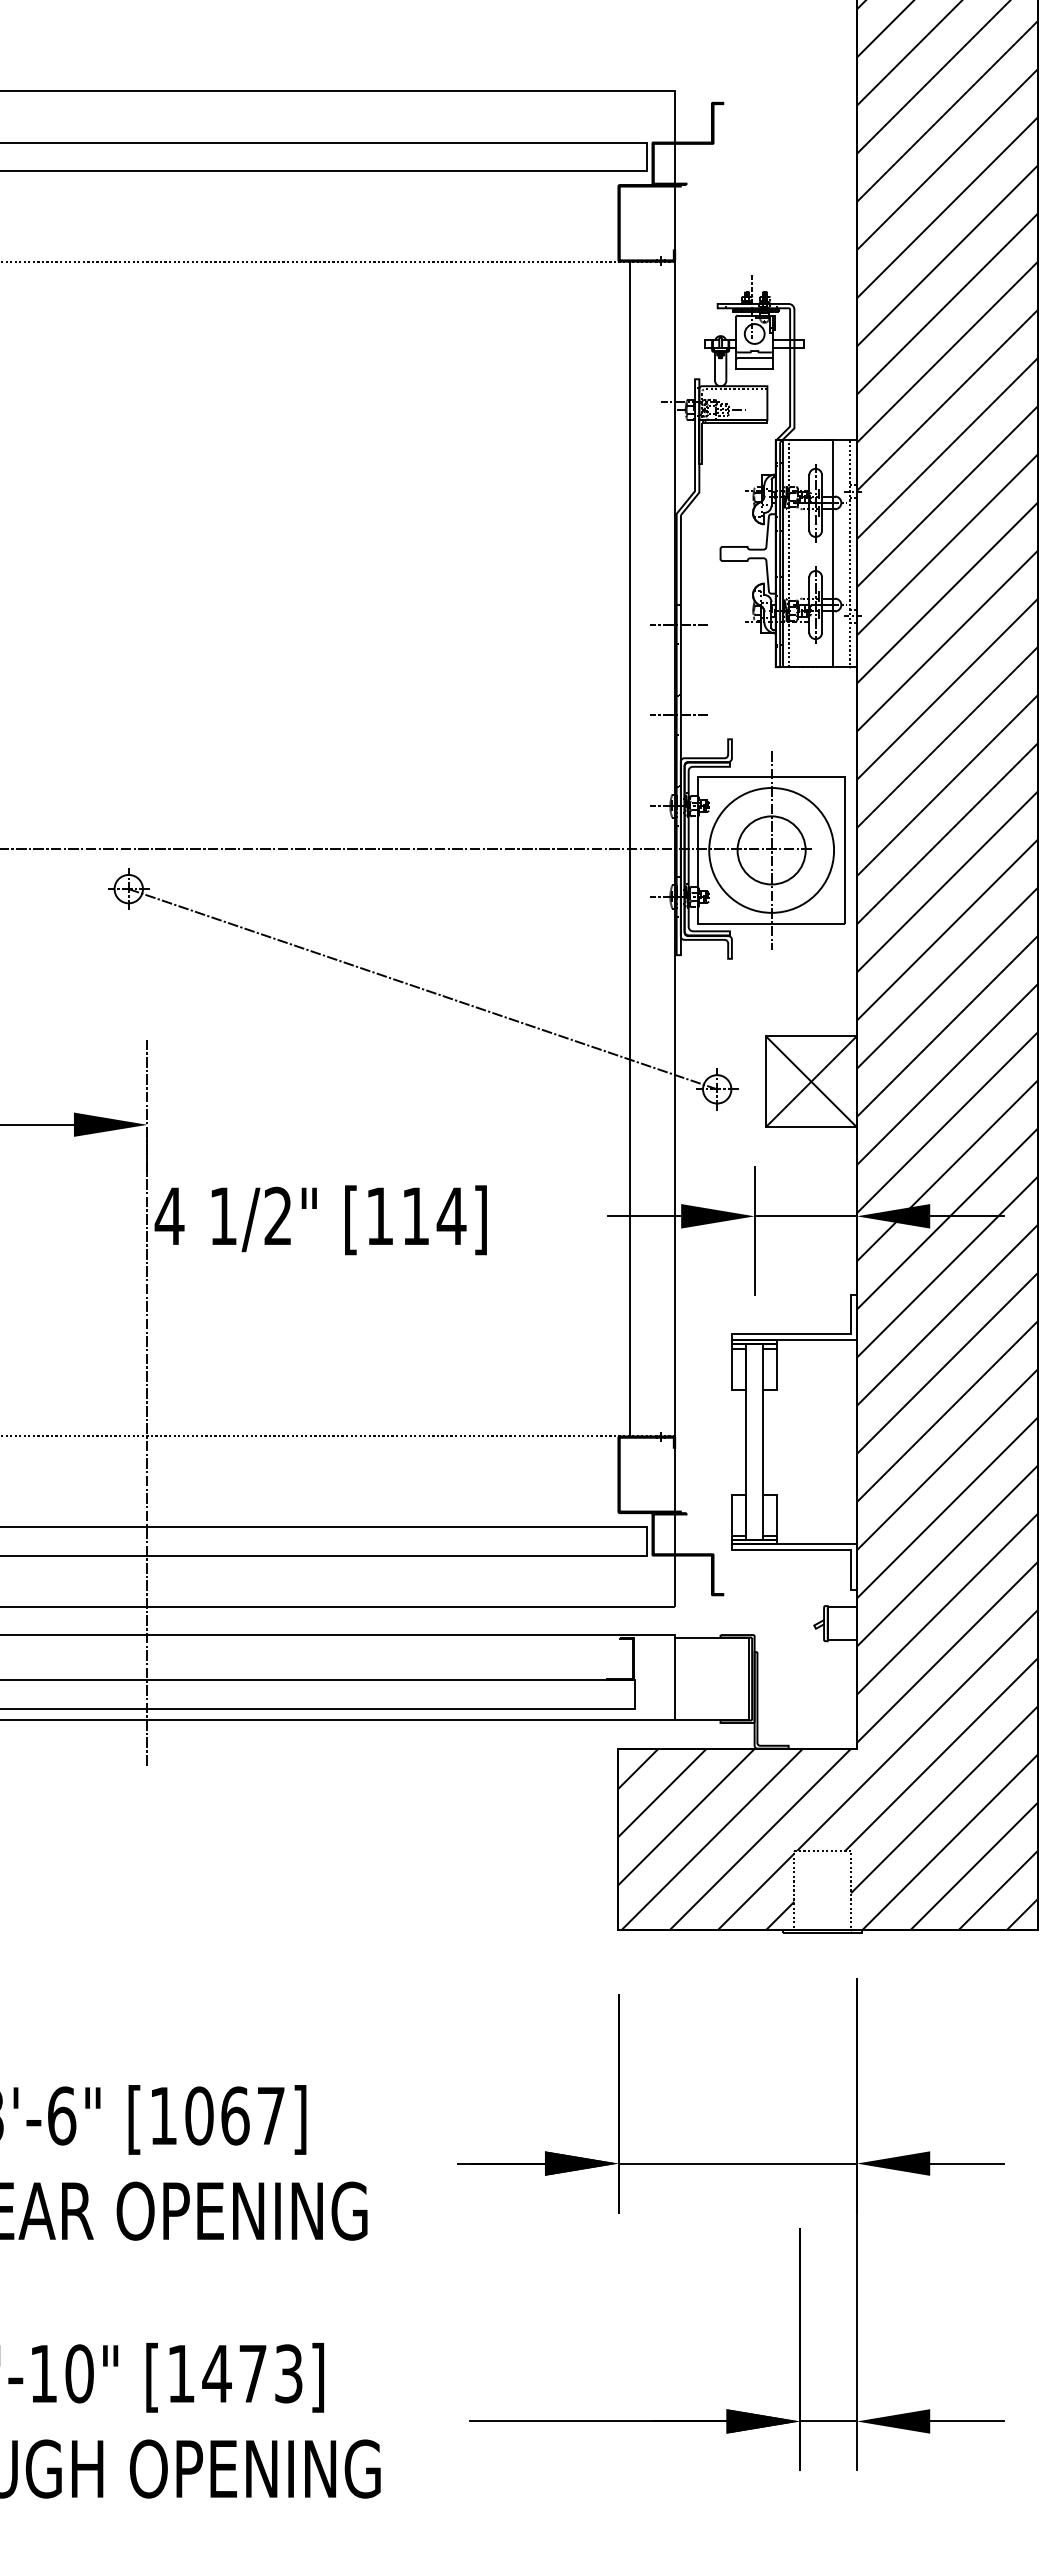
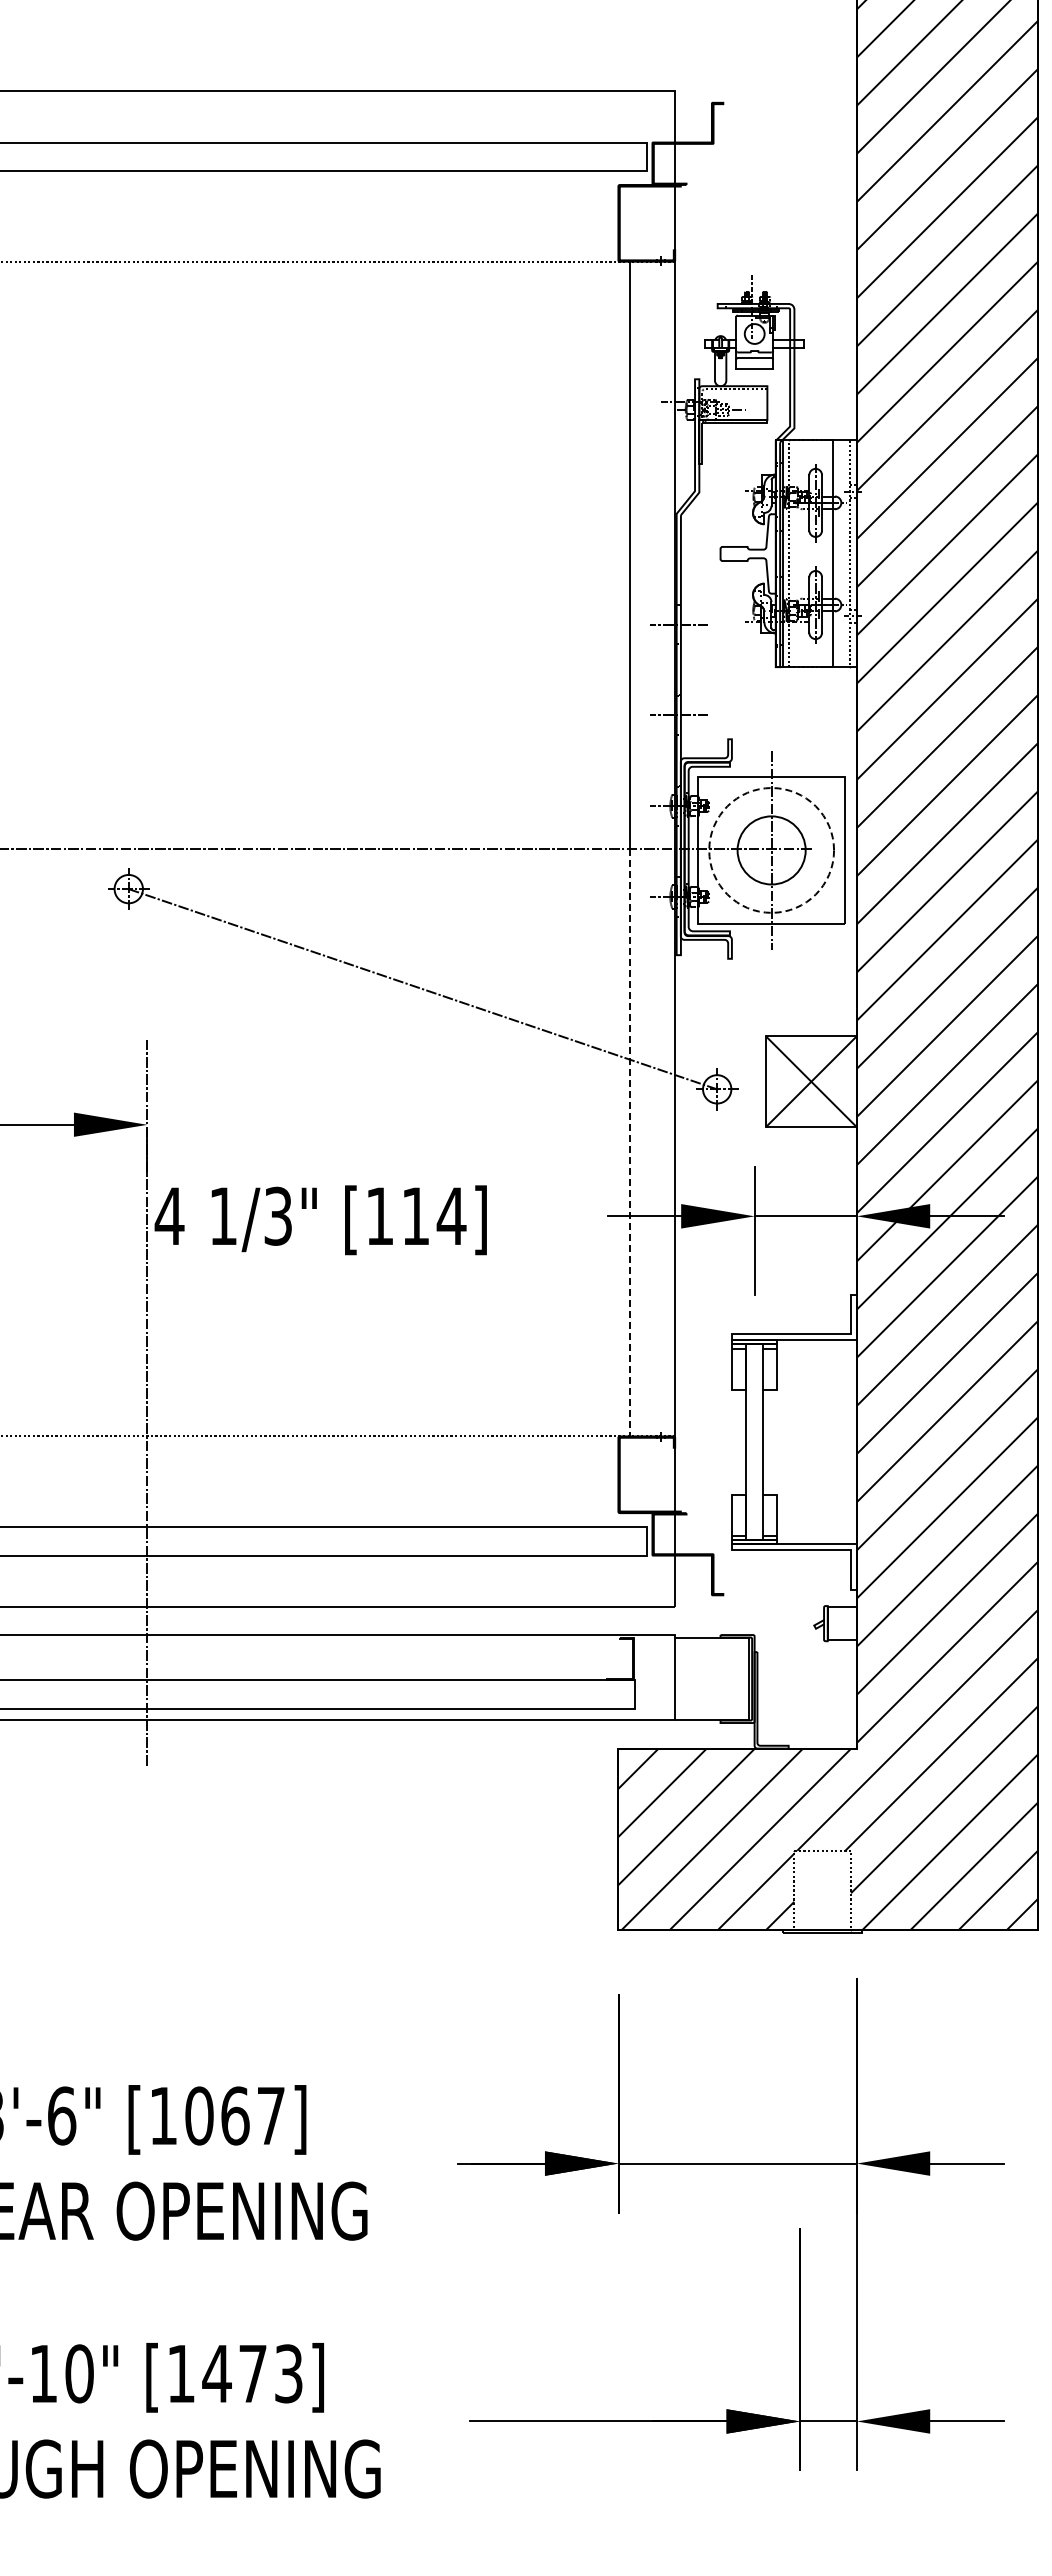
circle at (771, 850): solid -> dashed
line at (629, 1142): solid -> dashed
text at (277, 1216): 1/2" -> 1/3"
